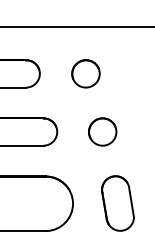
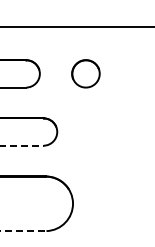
part at (102, 131): present -> none
line at (22, 145): solid -> dashed
part at (117, 203): present -> none
line at (23, 231): solid -> dashed
